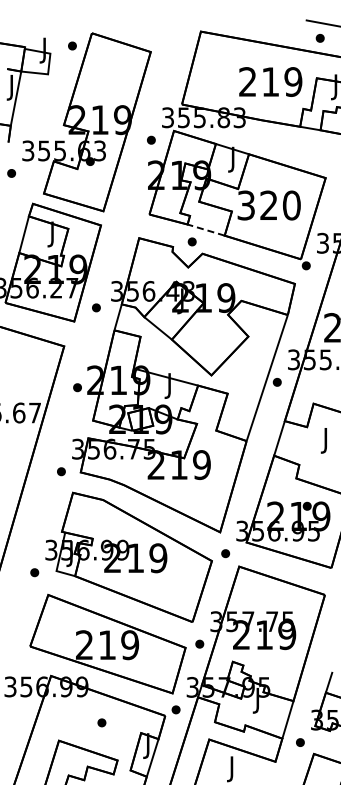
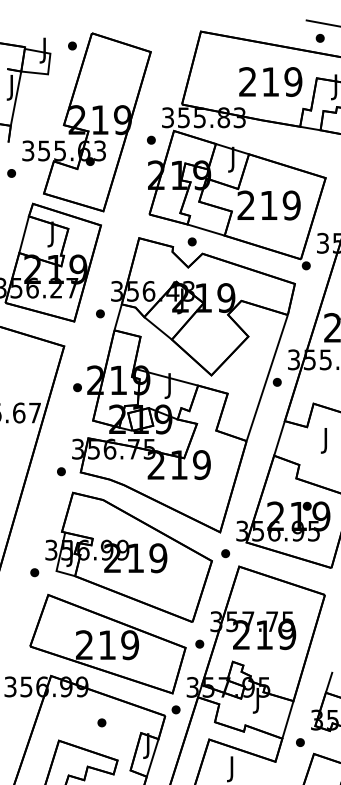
text at (268, 205): 320 -> 219
line at (205, 229): dashed -> solid
part at (96, 307) position: (96, 307) -> (100, 313)
